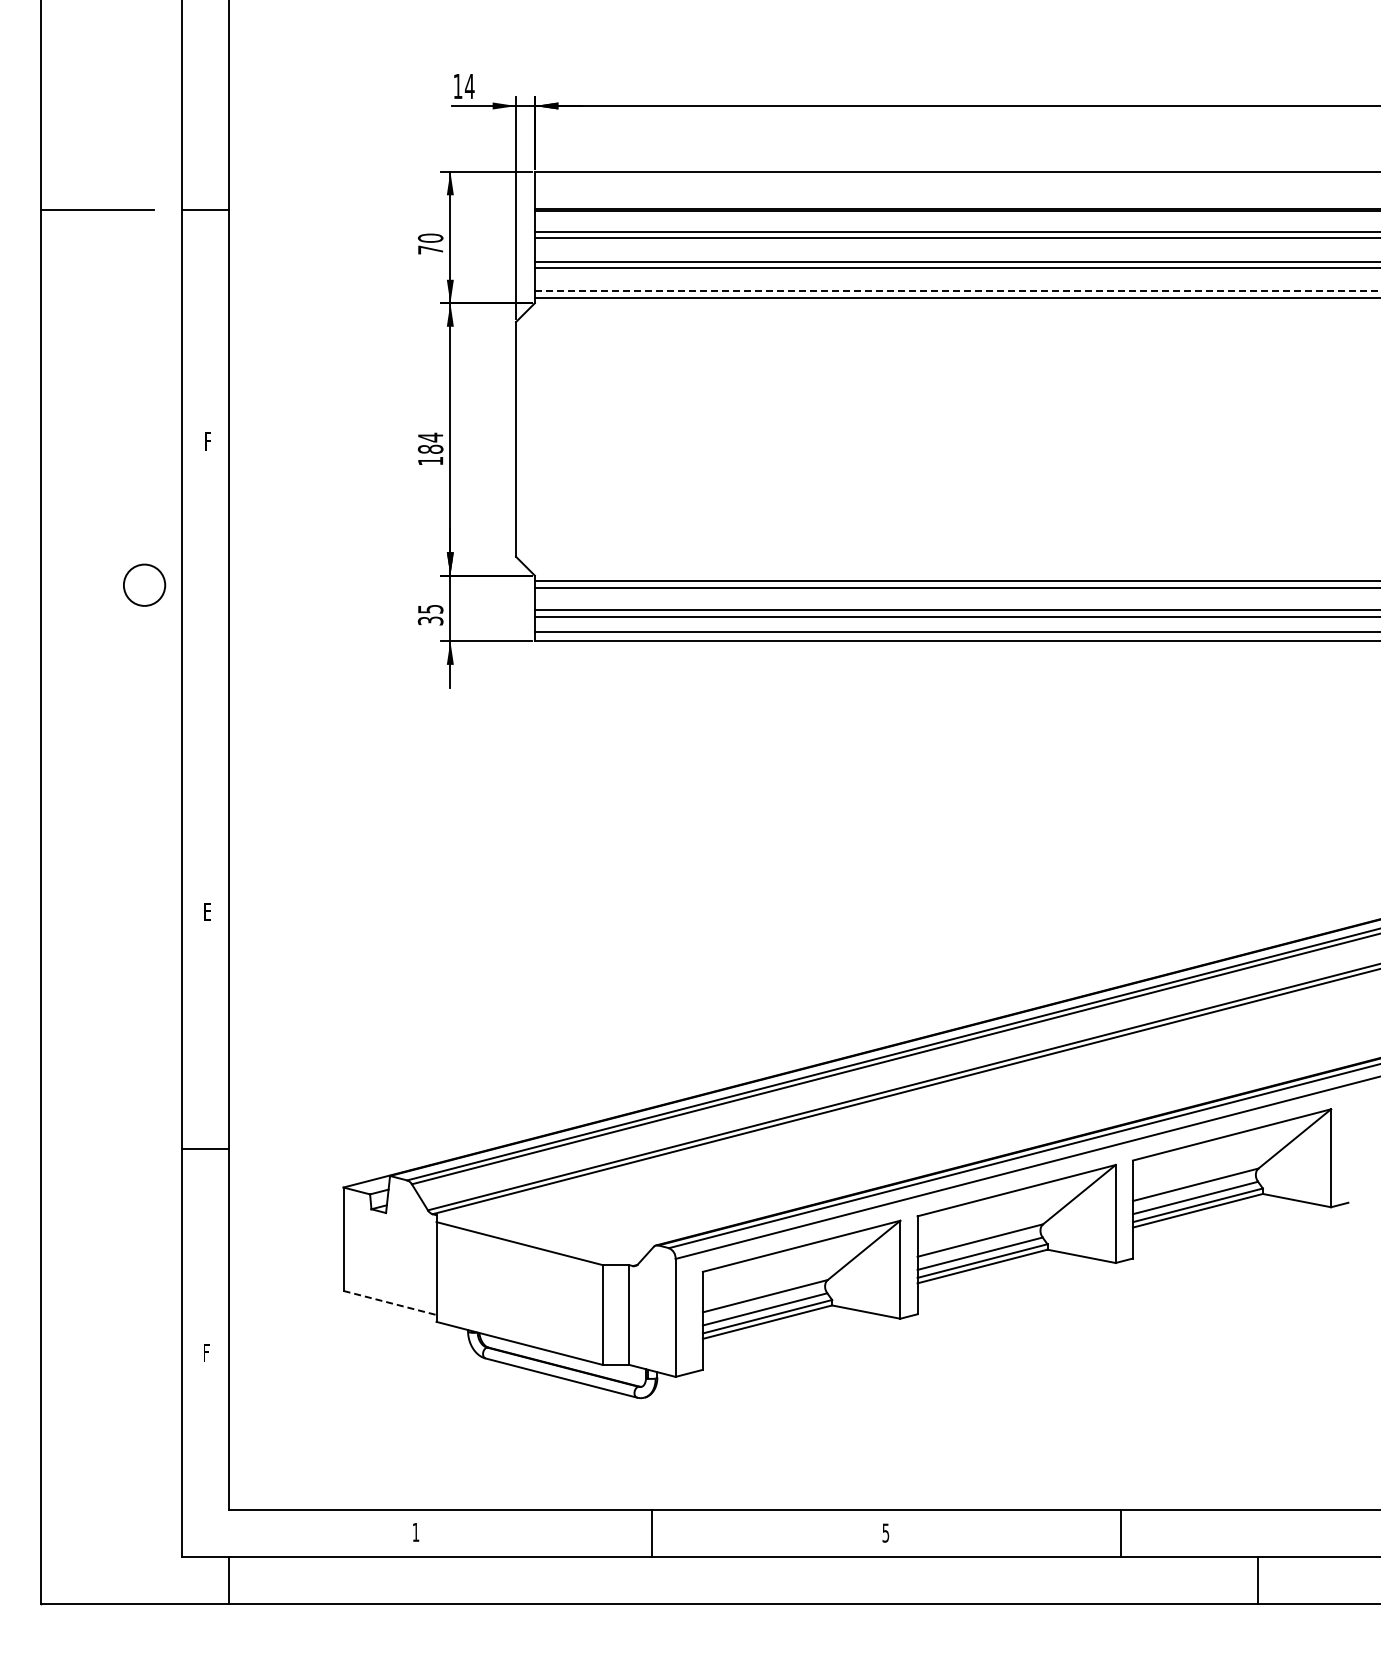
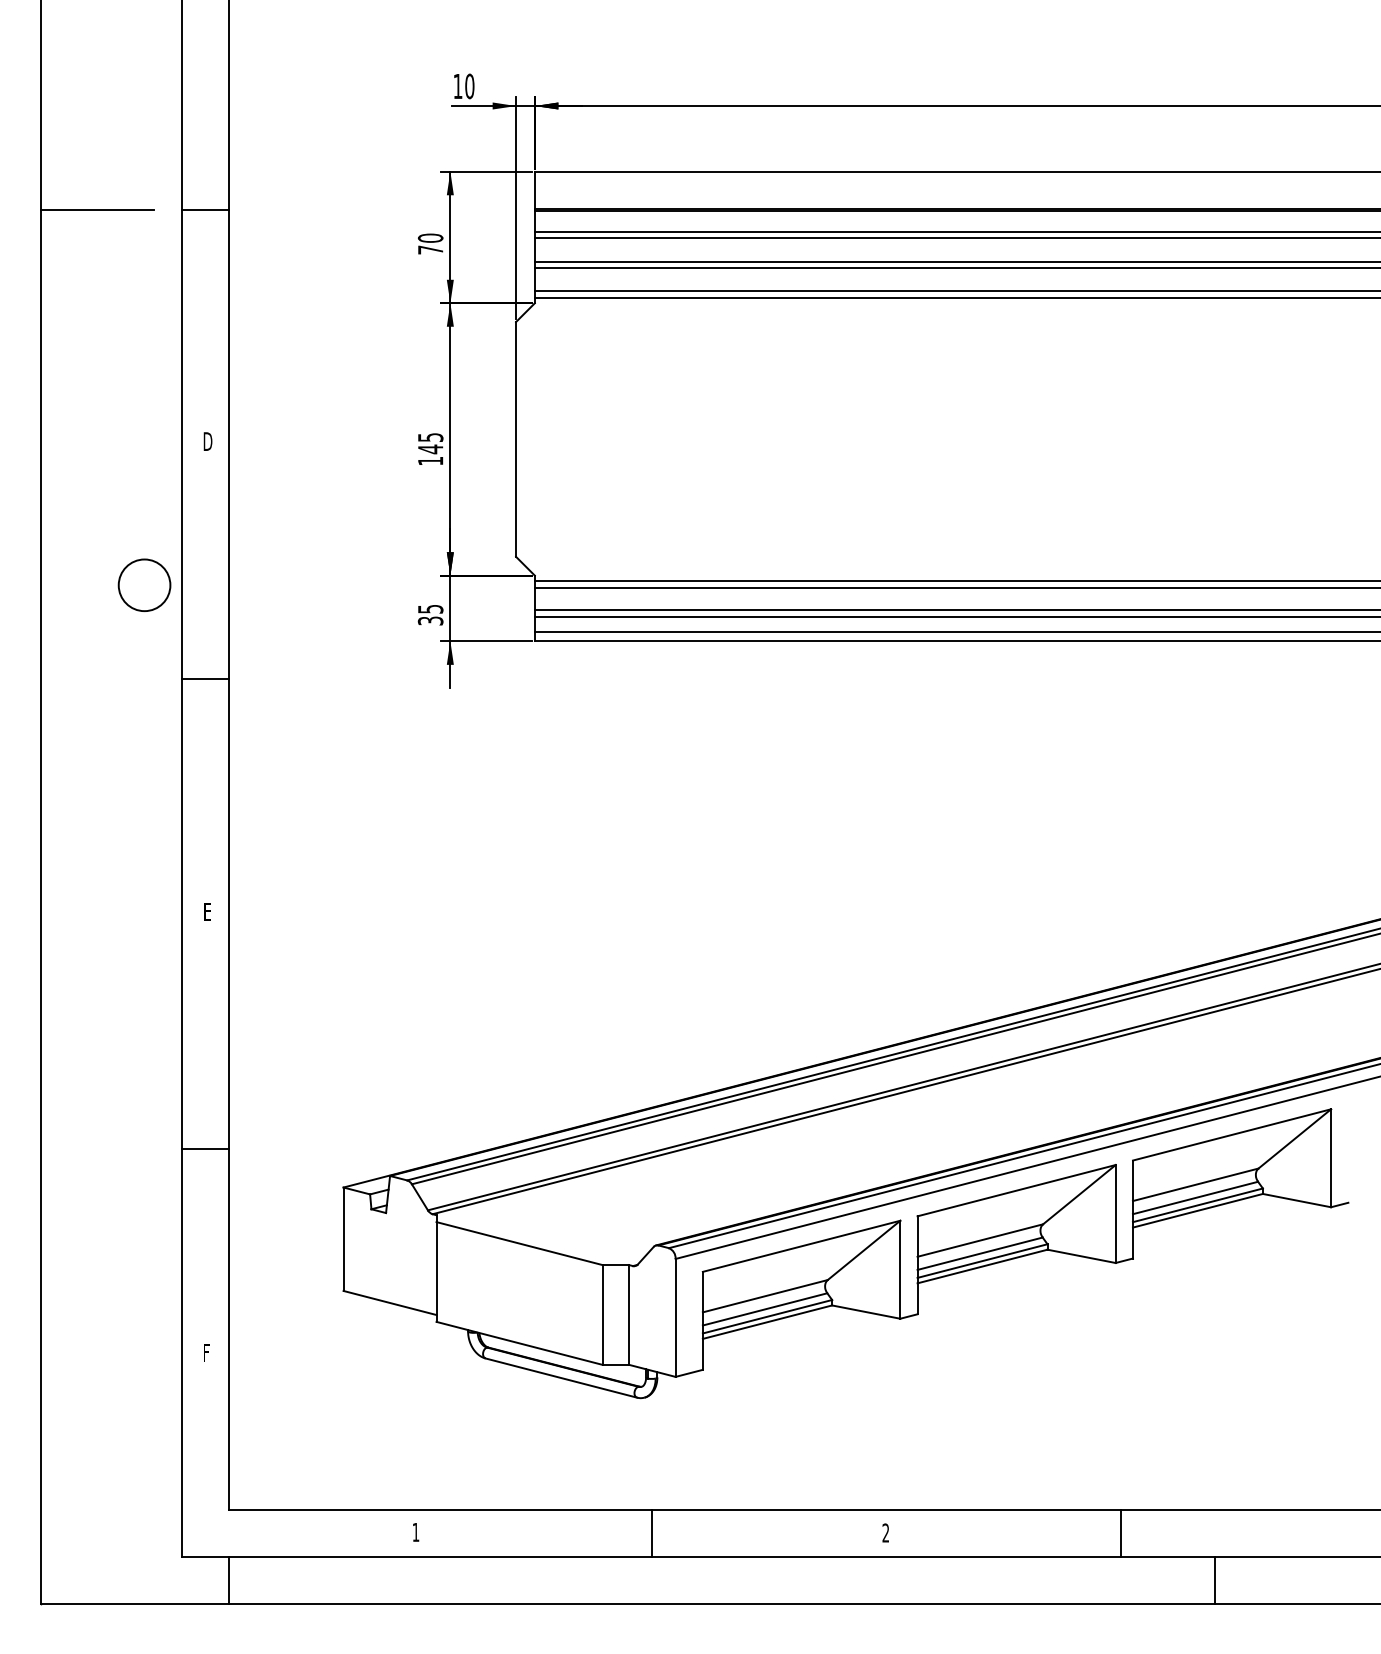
text at (469, 86): 14 -> 10
line at (957, 291): dashed -> solid
text at (207, 441): F -> D
text at (430, 443): 184 -> 145
circle at (144, 584) size: 44x44 px -> 55x54 px
line at (205, 679): none -> present
line at (390, 1303): dashed -> solid
text at (885, 1532): 5 -> 2
line at (1258, 1580) position: (1258, 1580) -> (1215, 1580)
